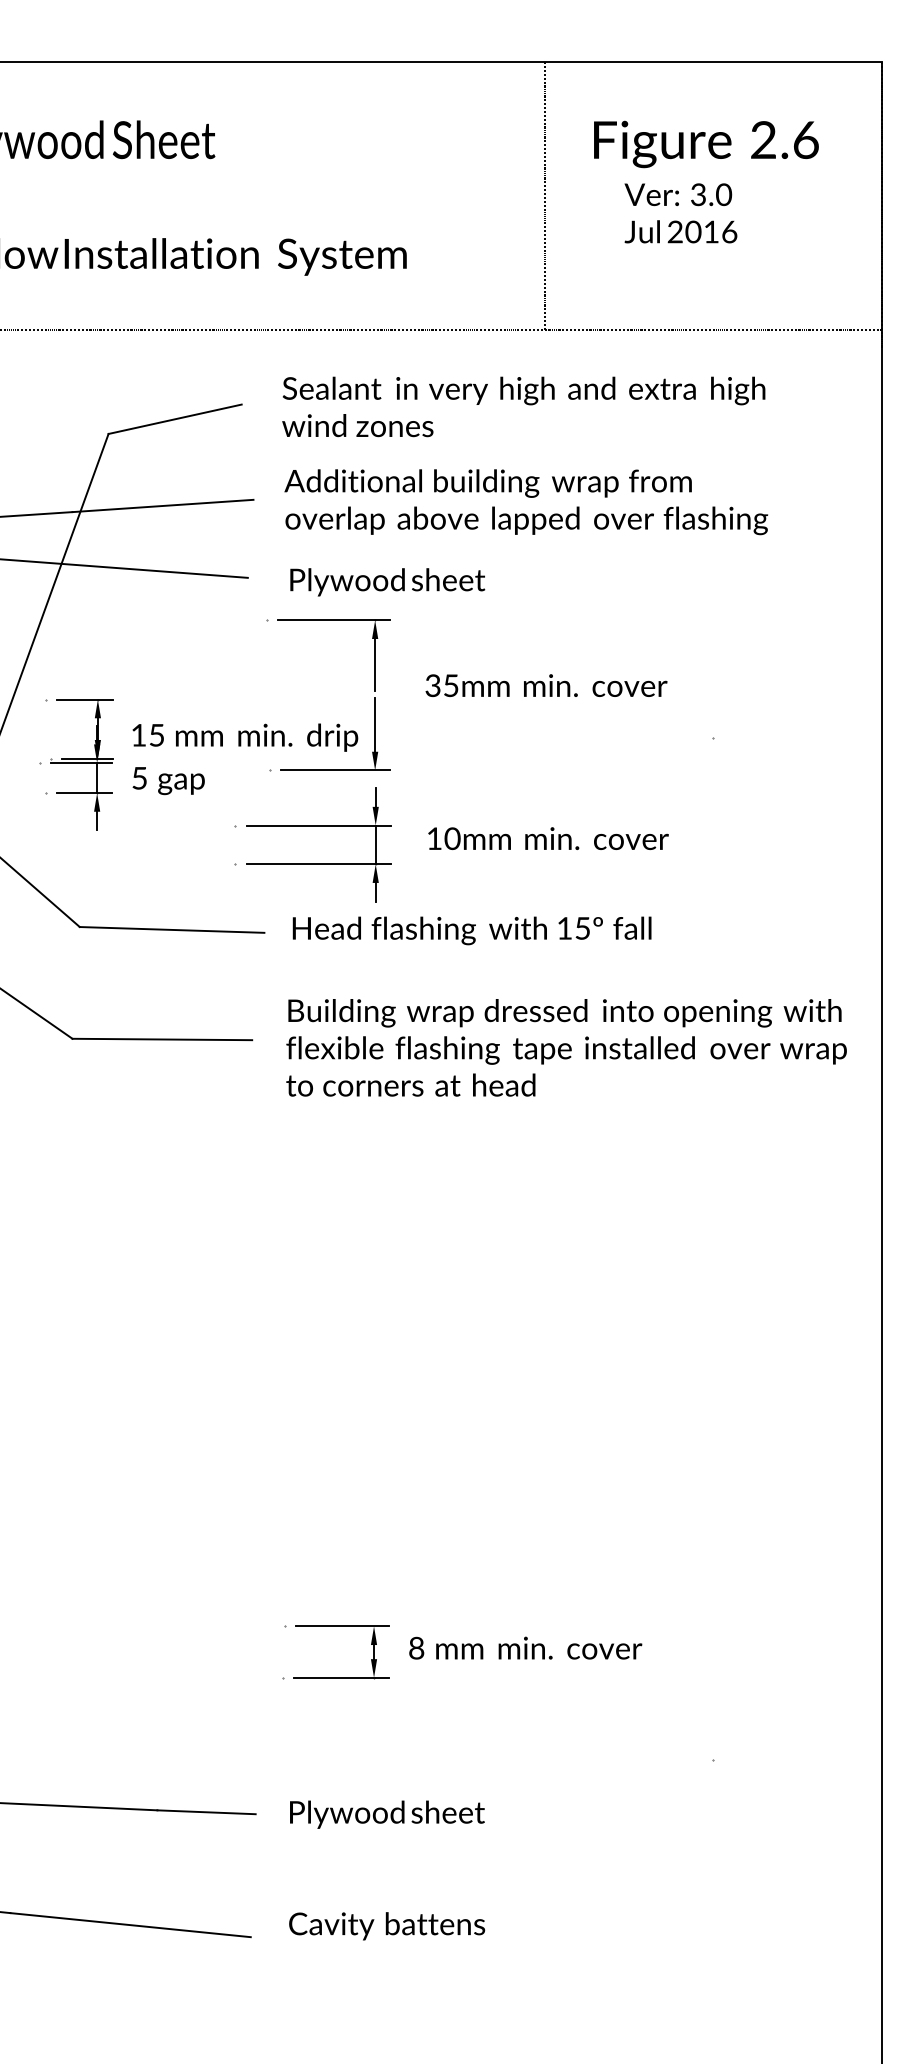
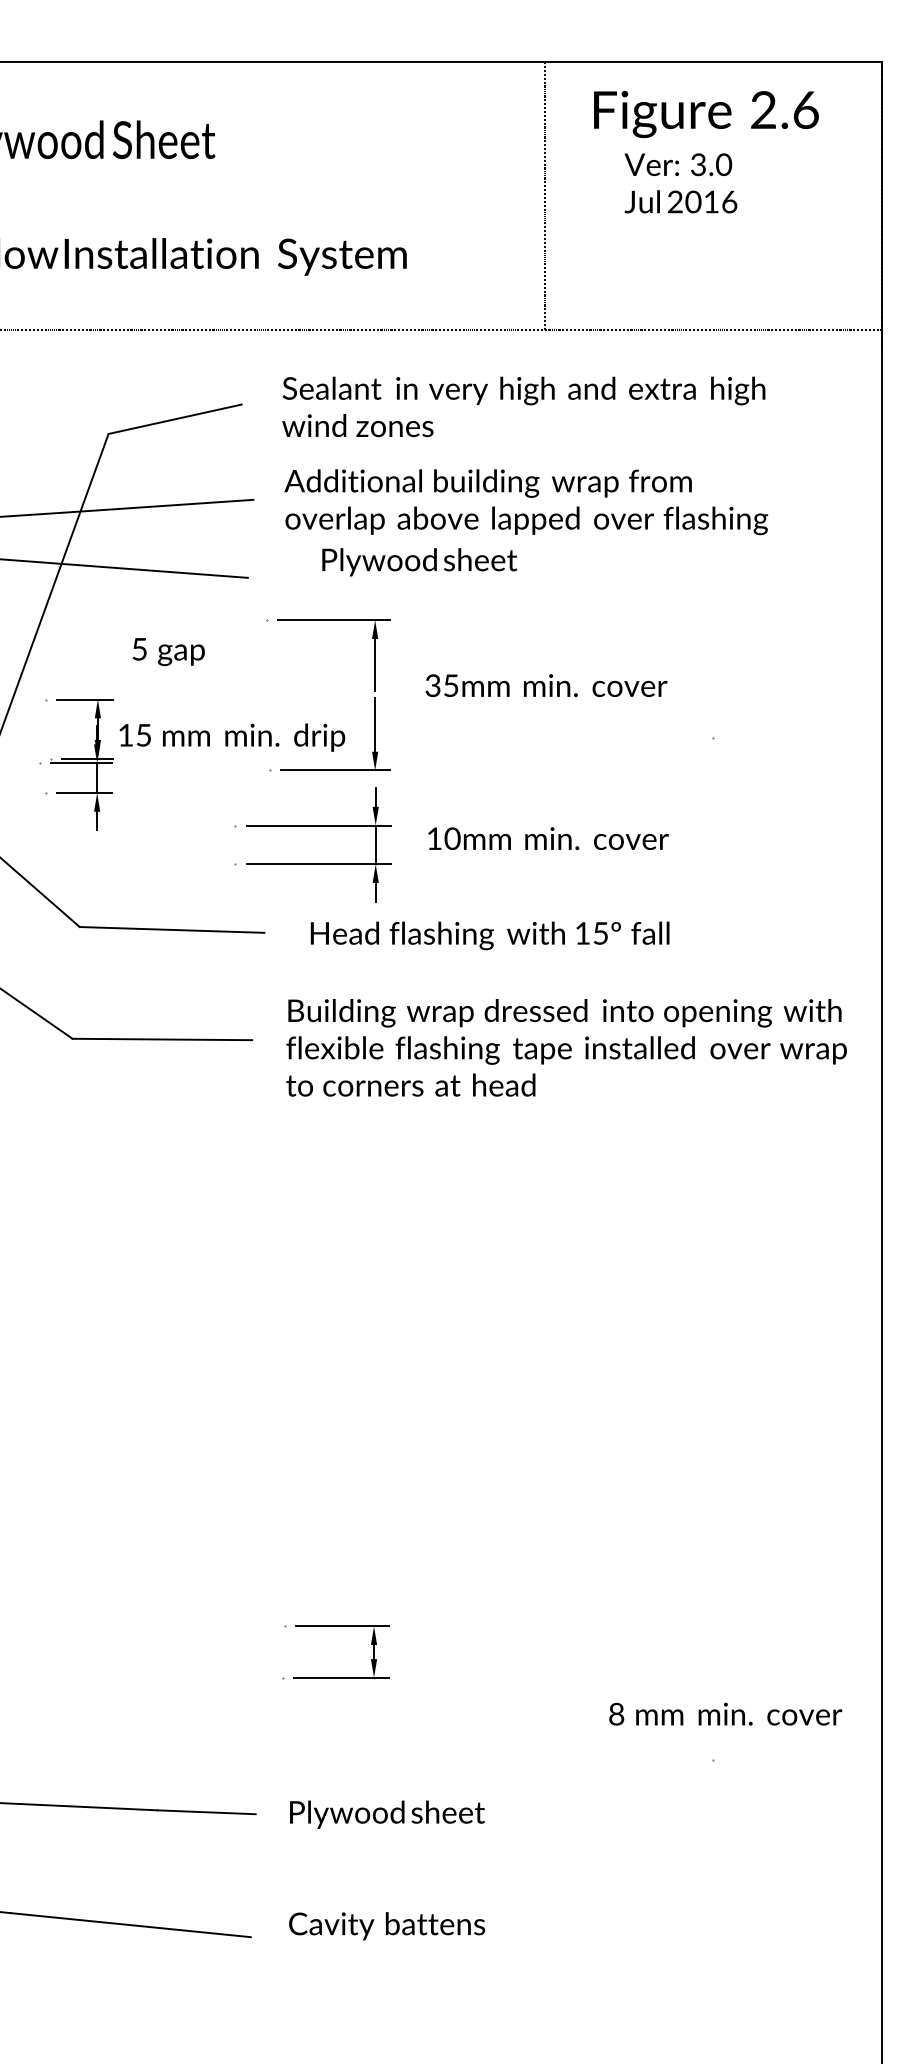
text at (706, 181) position: (706, 181) -> (706, 151)
text at (387, 582) position: (387, 582) -> (419, 562)
text at (245, 737) position: (245, 737) -> (232, 737)
text at (168, 781) position: (168, 781) -> (168, 652)
text at (471, 930) position: (471, 930) -> (489, 935)
text at (525, 1647) position: (525, 1647) -> (725, 1713)
